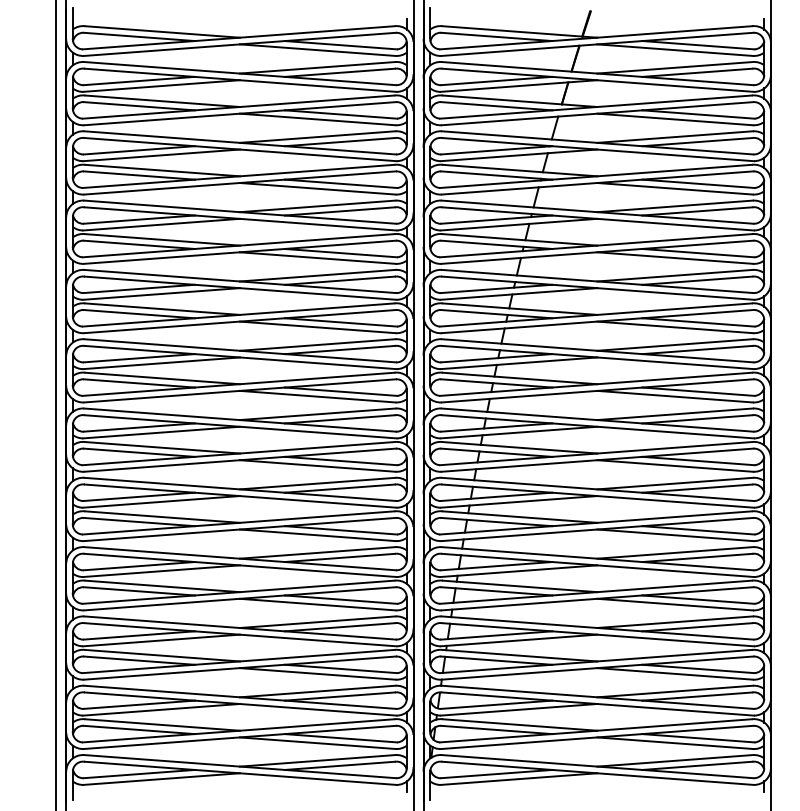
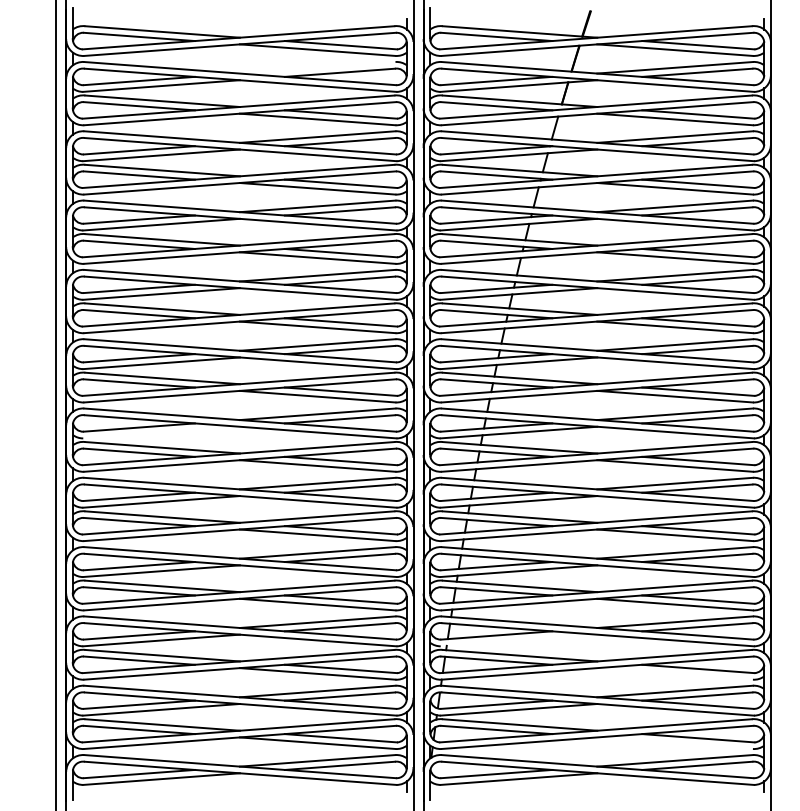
line at (317, 67): present -> none
line at (161, 432): present -> none
line at (518, 640): present -> none
line at (674, 673): present -> none
line at (674, 742): present -> none
